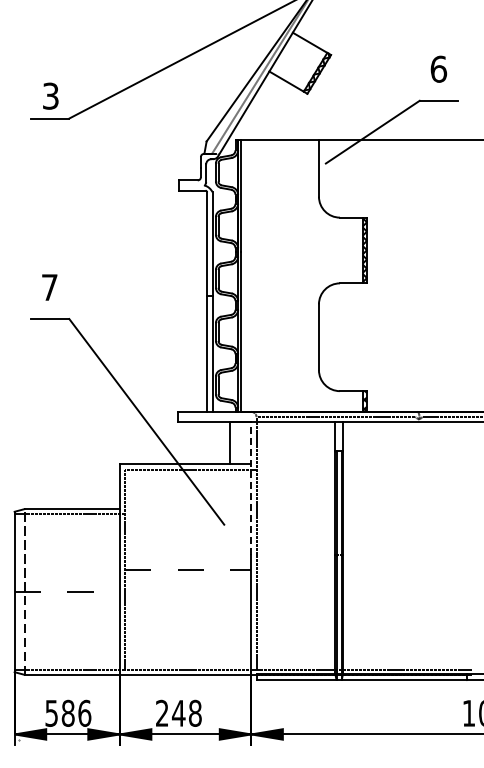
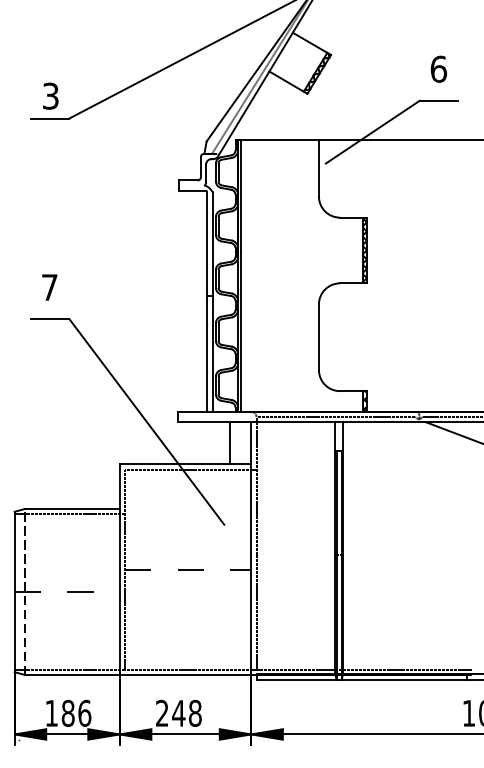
line at (453, 432): none -> present
line at (251, 488): dashed -> solid
text at (51, 713): 586 -> 186
